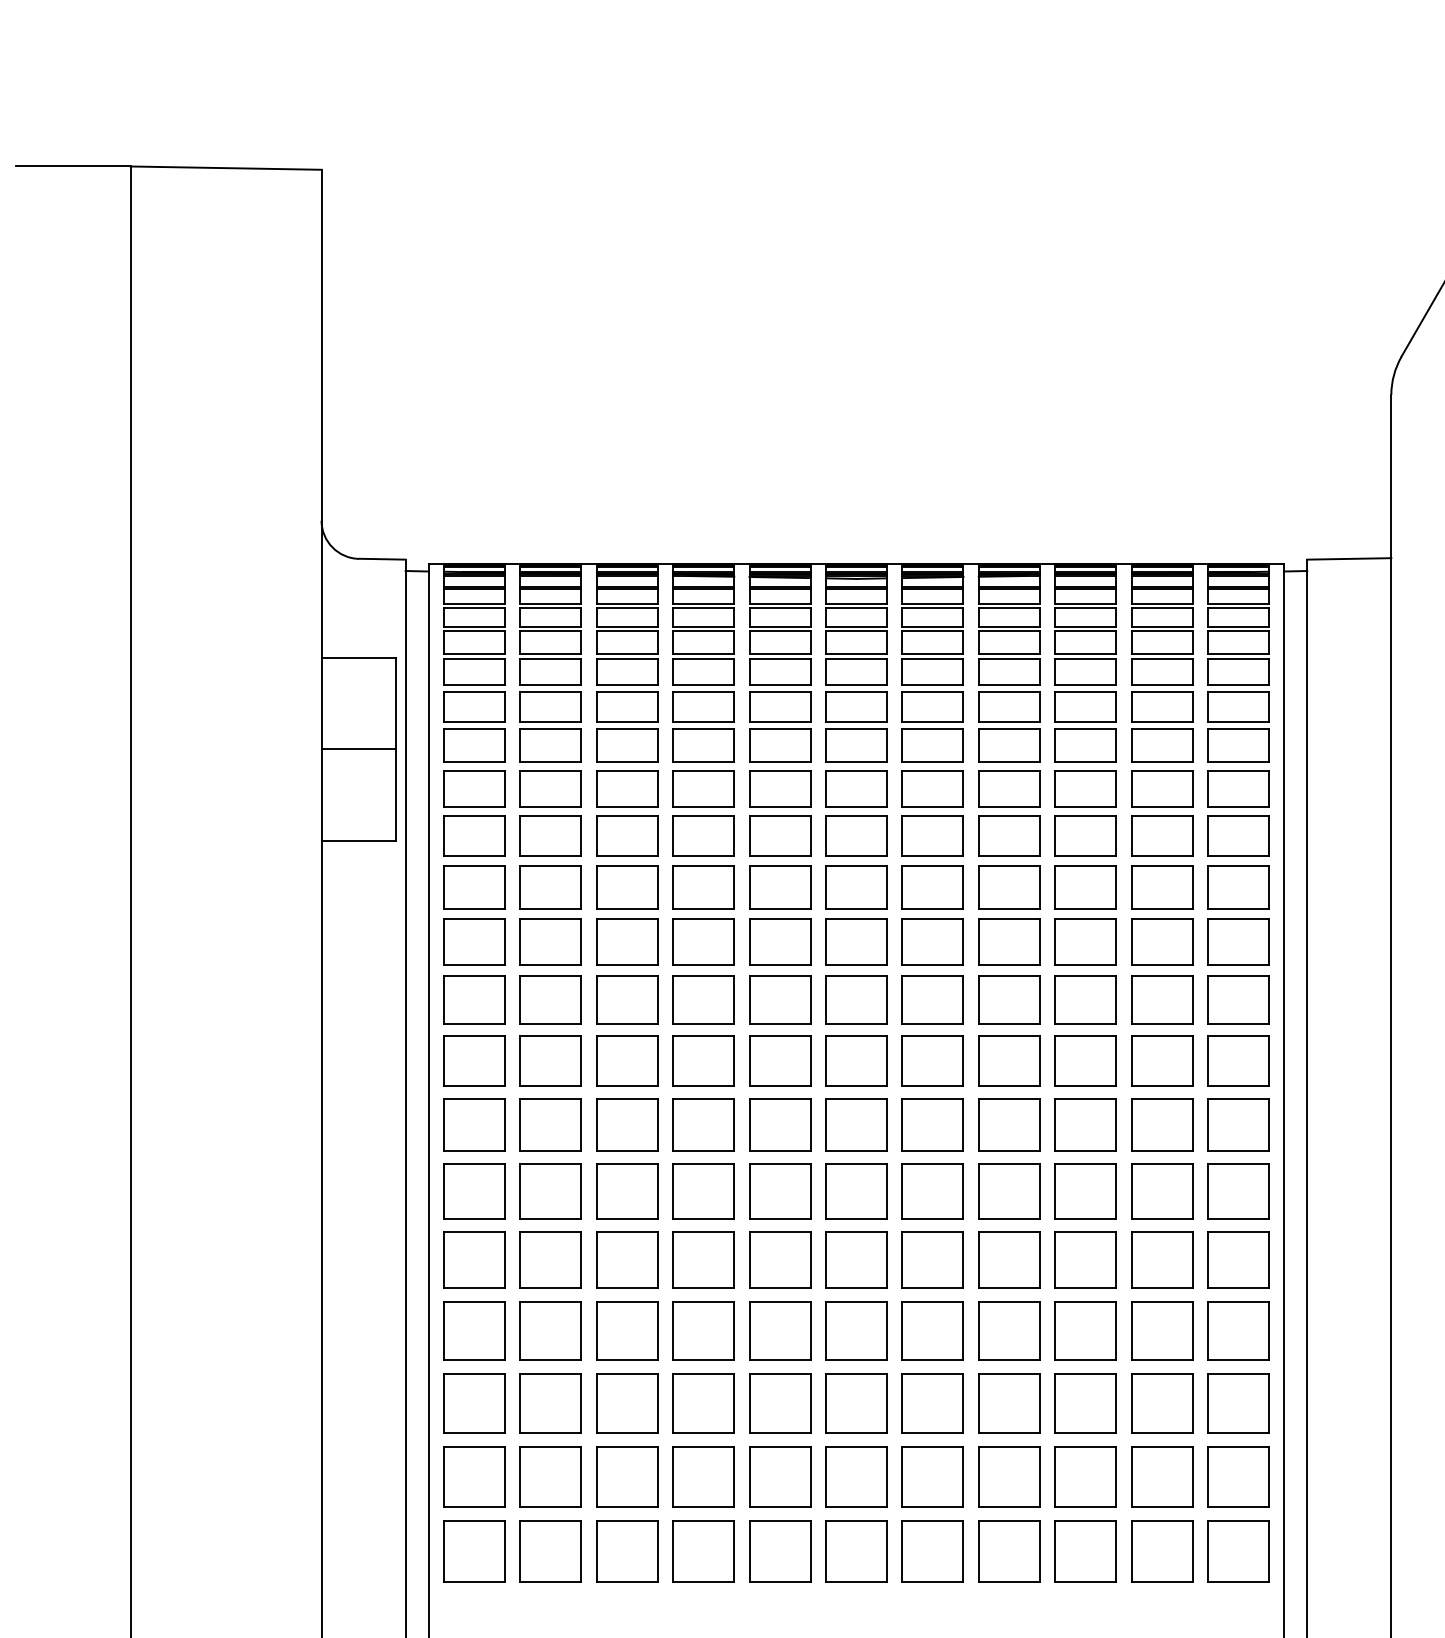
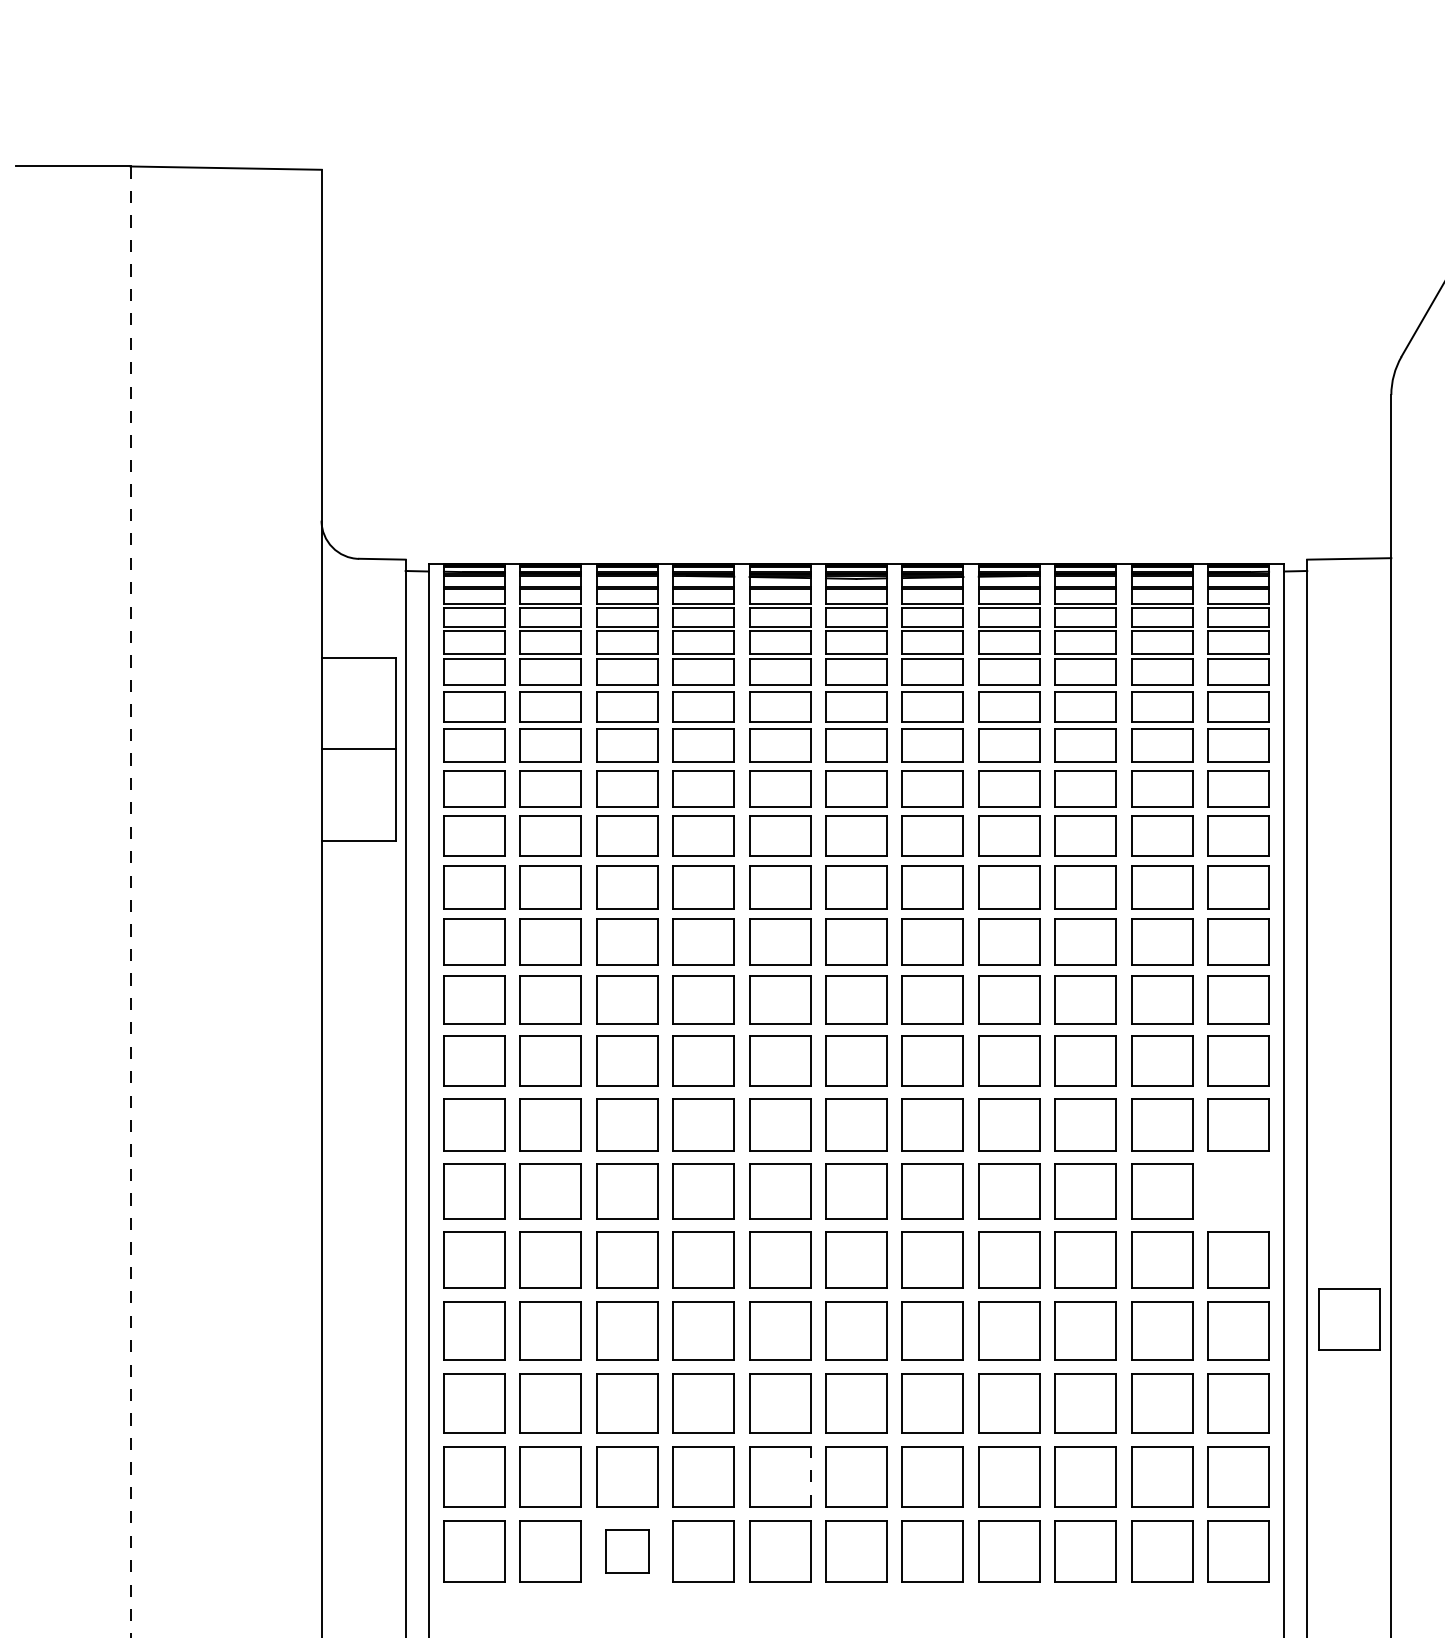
line at (130, 902): solid -> dashed
part at (1238, 1191): present -> none
part at (1349, 1319): none -> present
line at (810, 1476): solid -> dashed
part at (627, 1551) size: 63x63 px -> 45x45 px
